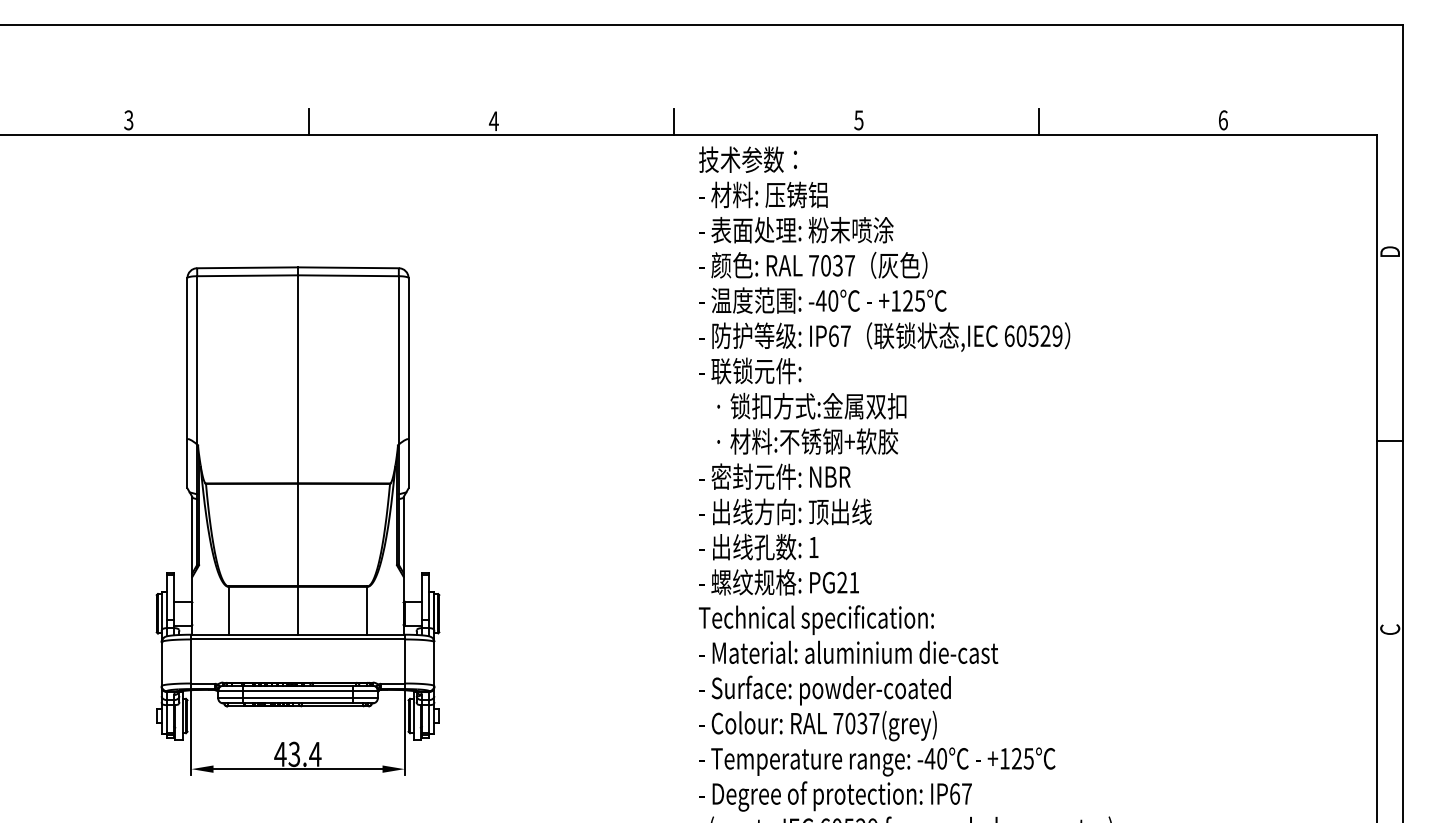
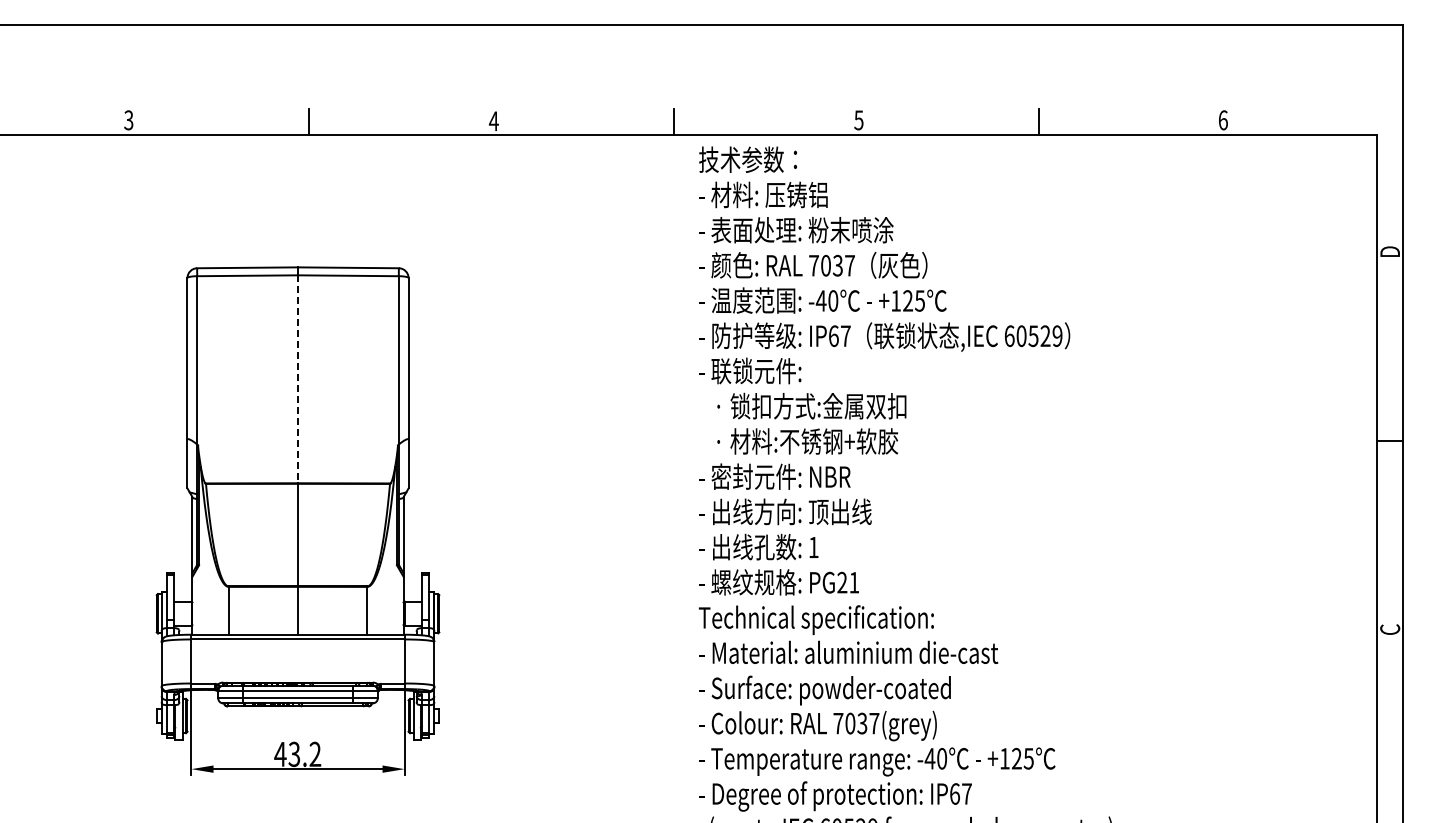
line at (298, 379): solid -> dashed
text at (315, 753): 43.4 -> 43.2
